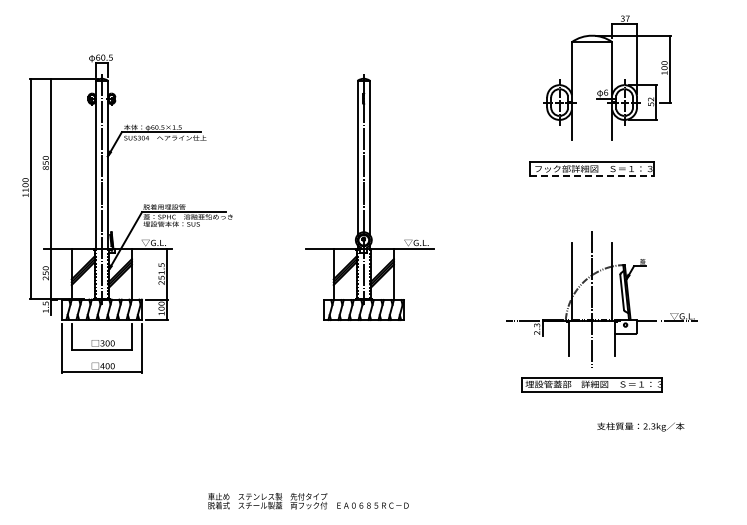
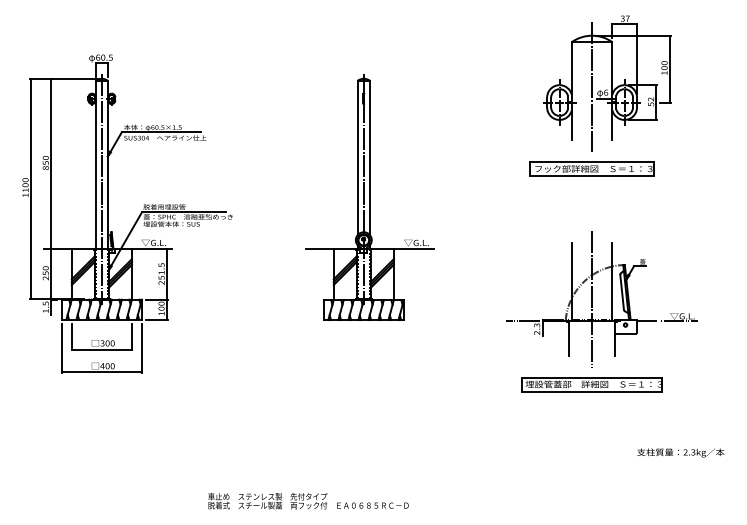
line at (592, 87): none -> present
line at (592, 176): dashed -> solid
text at (640, 426) position: (640, 426) -> (680, 452)
